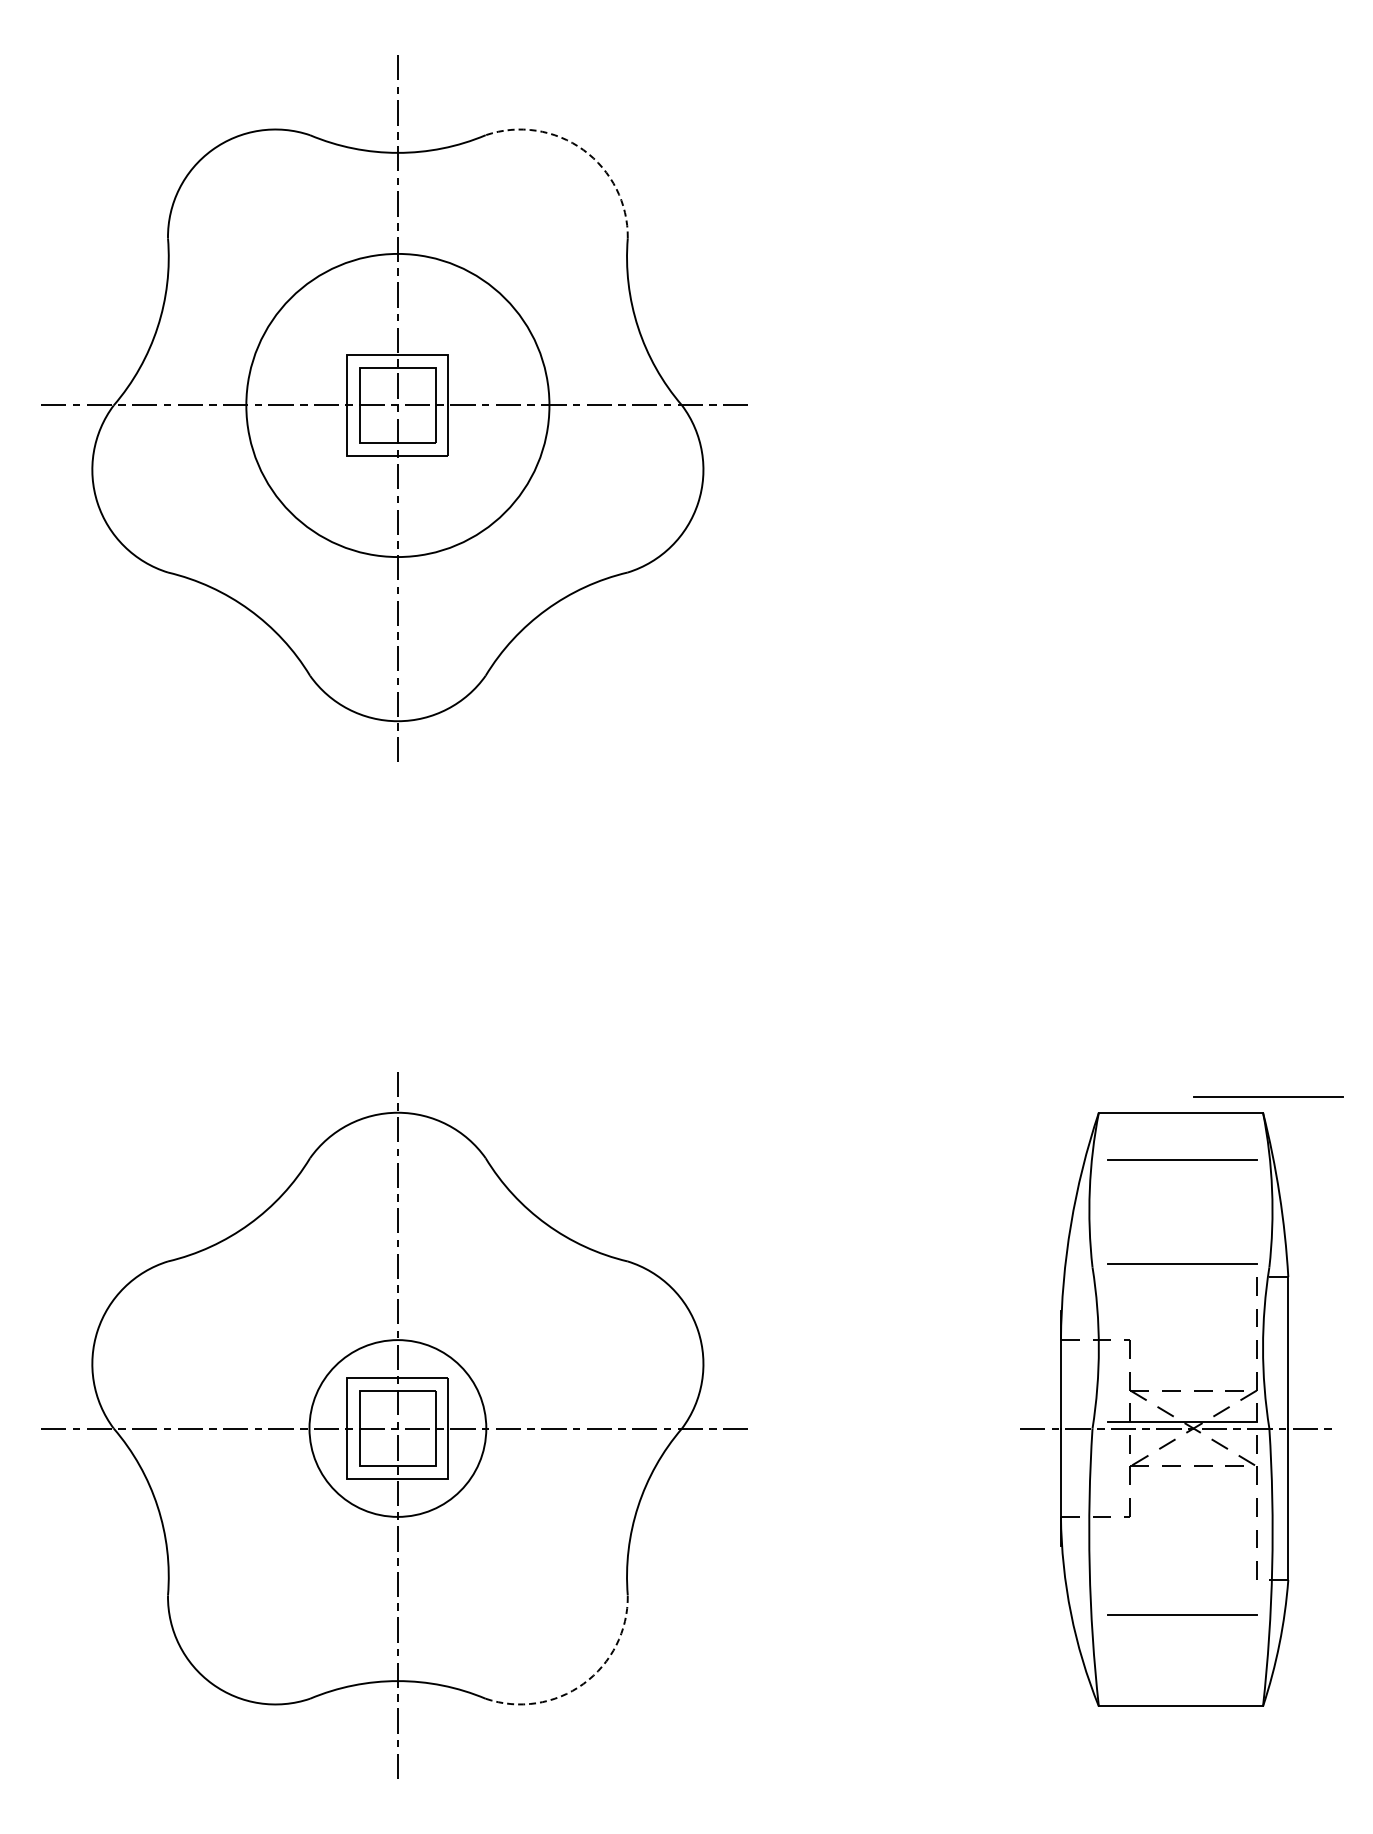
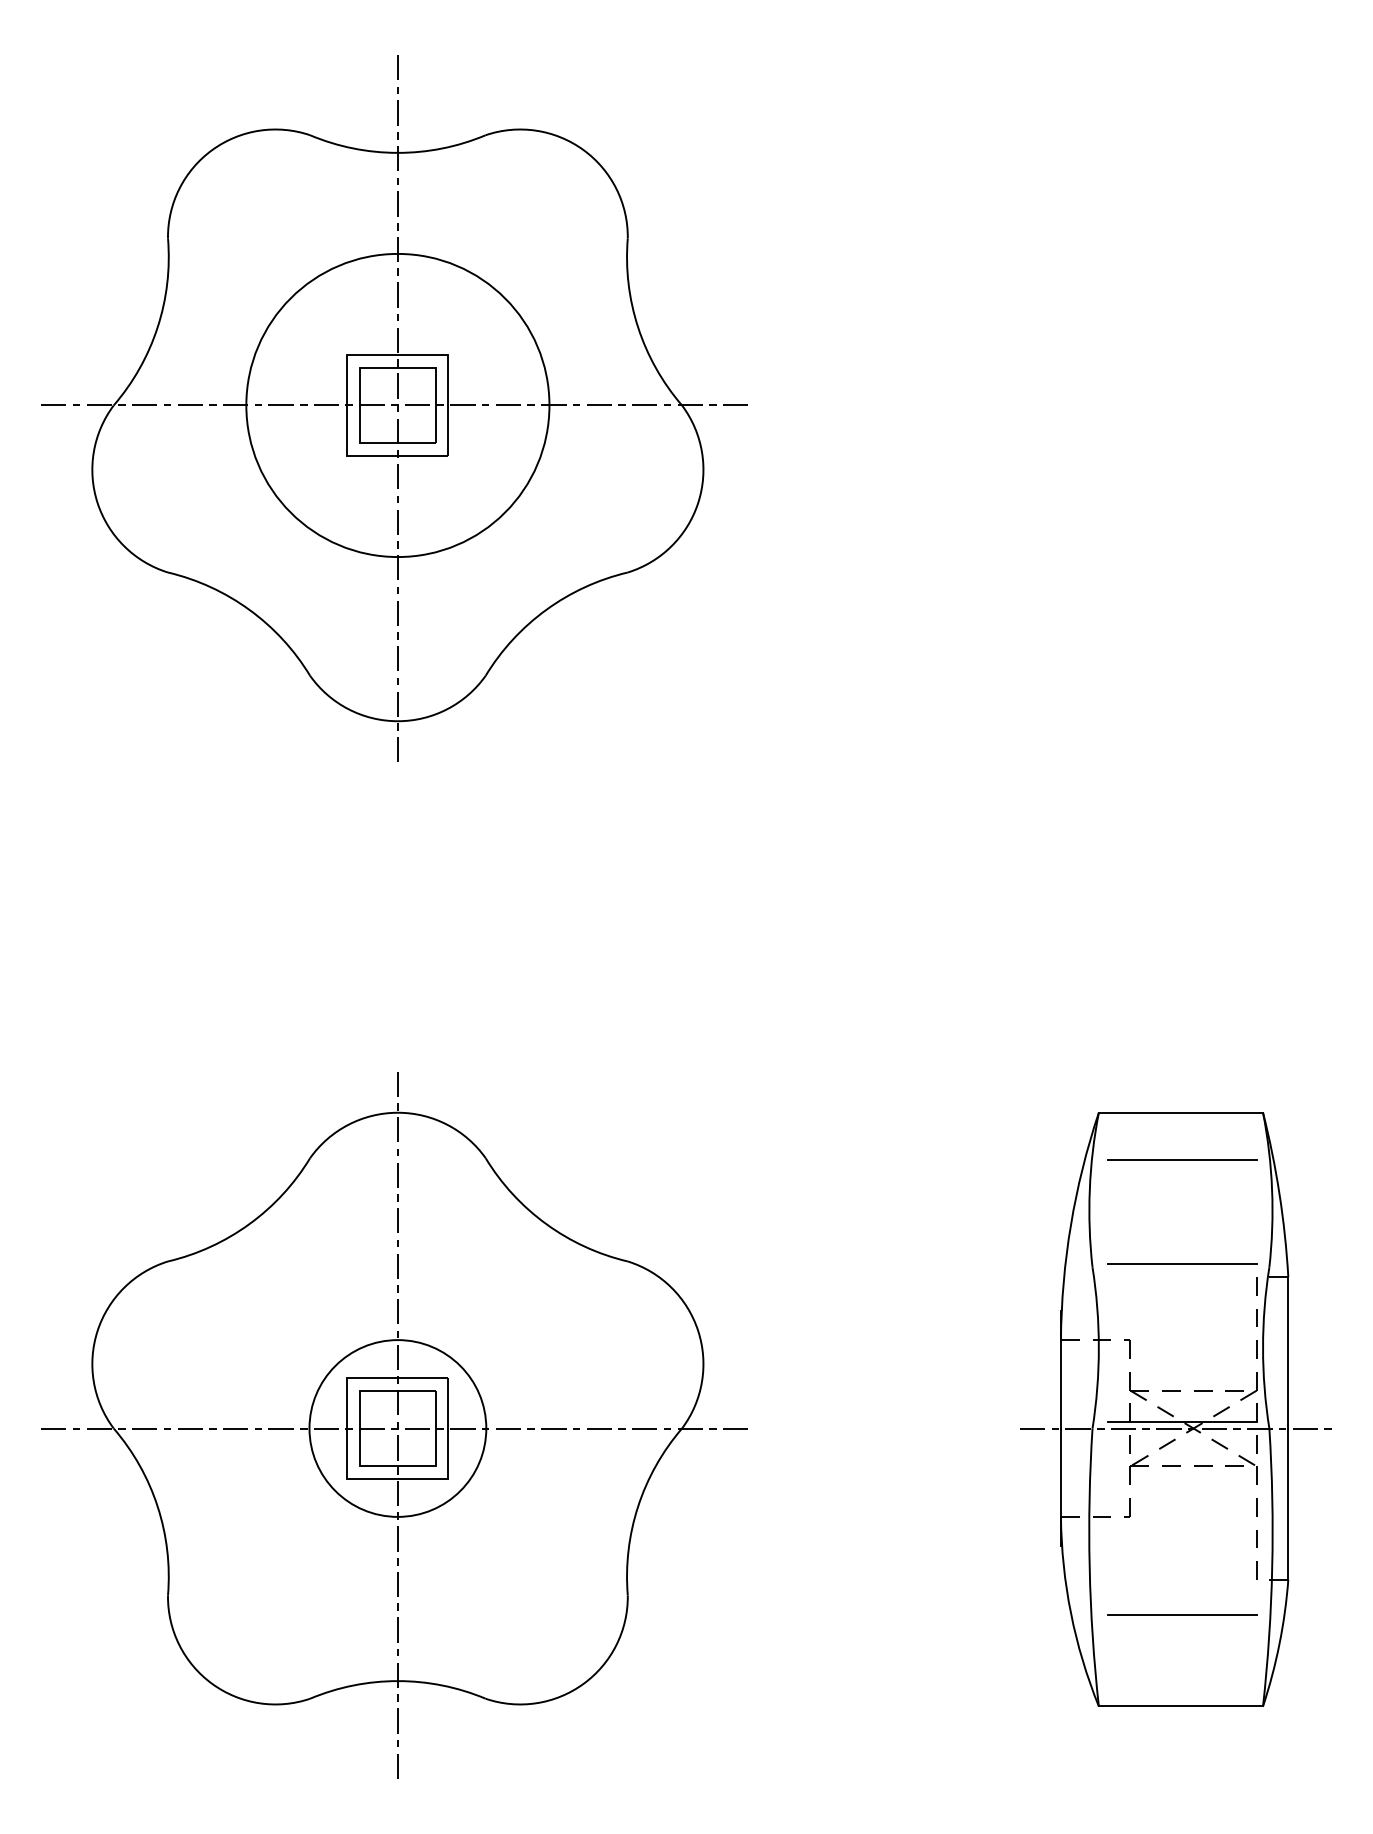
arc at (583, 150): dashed -> solid
line at (1268, 1096): present -> none
arc at (583, 1683): dashed -> solid
